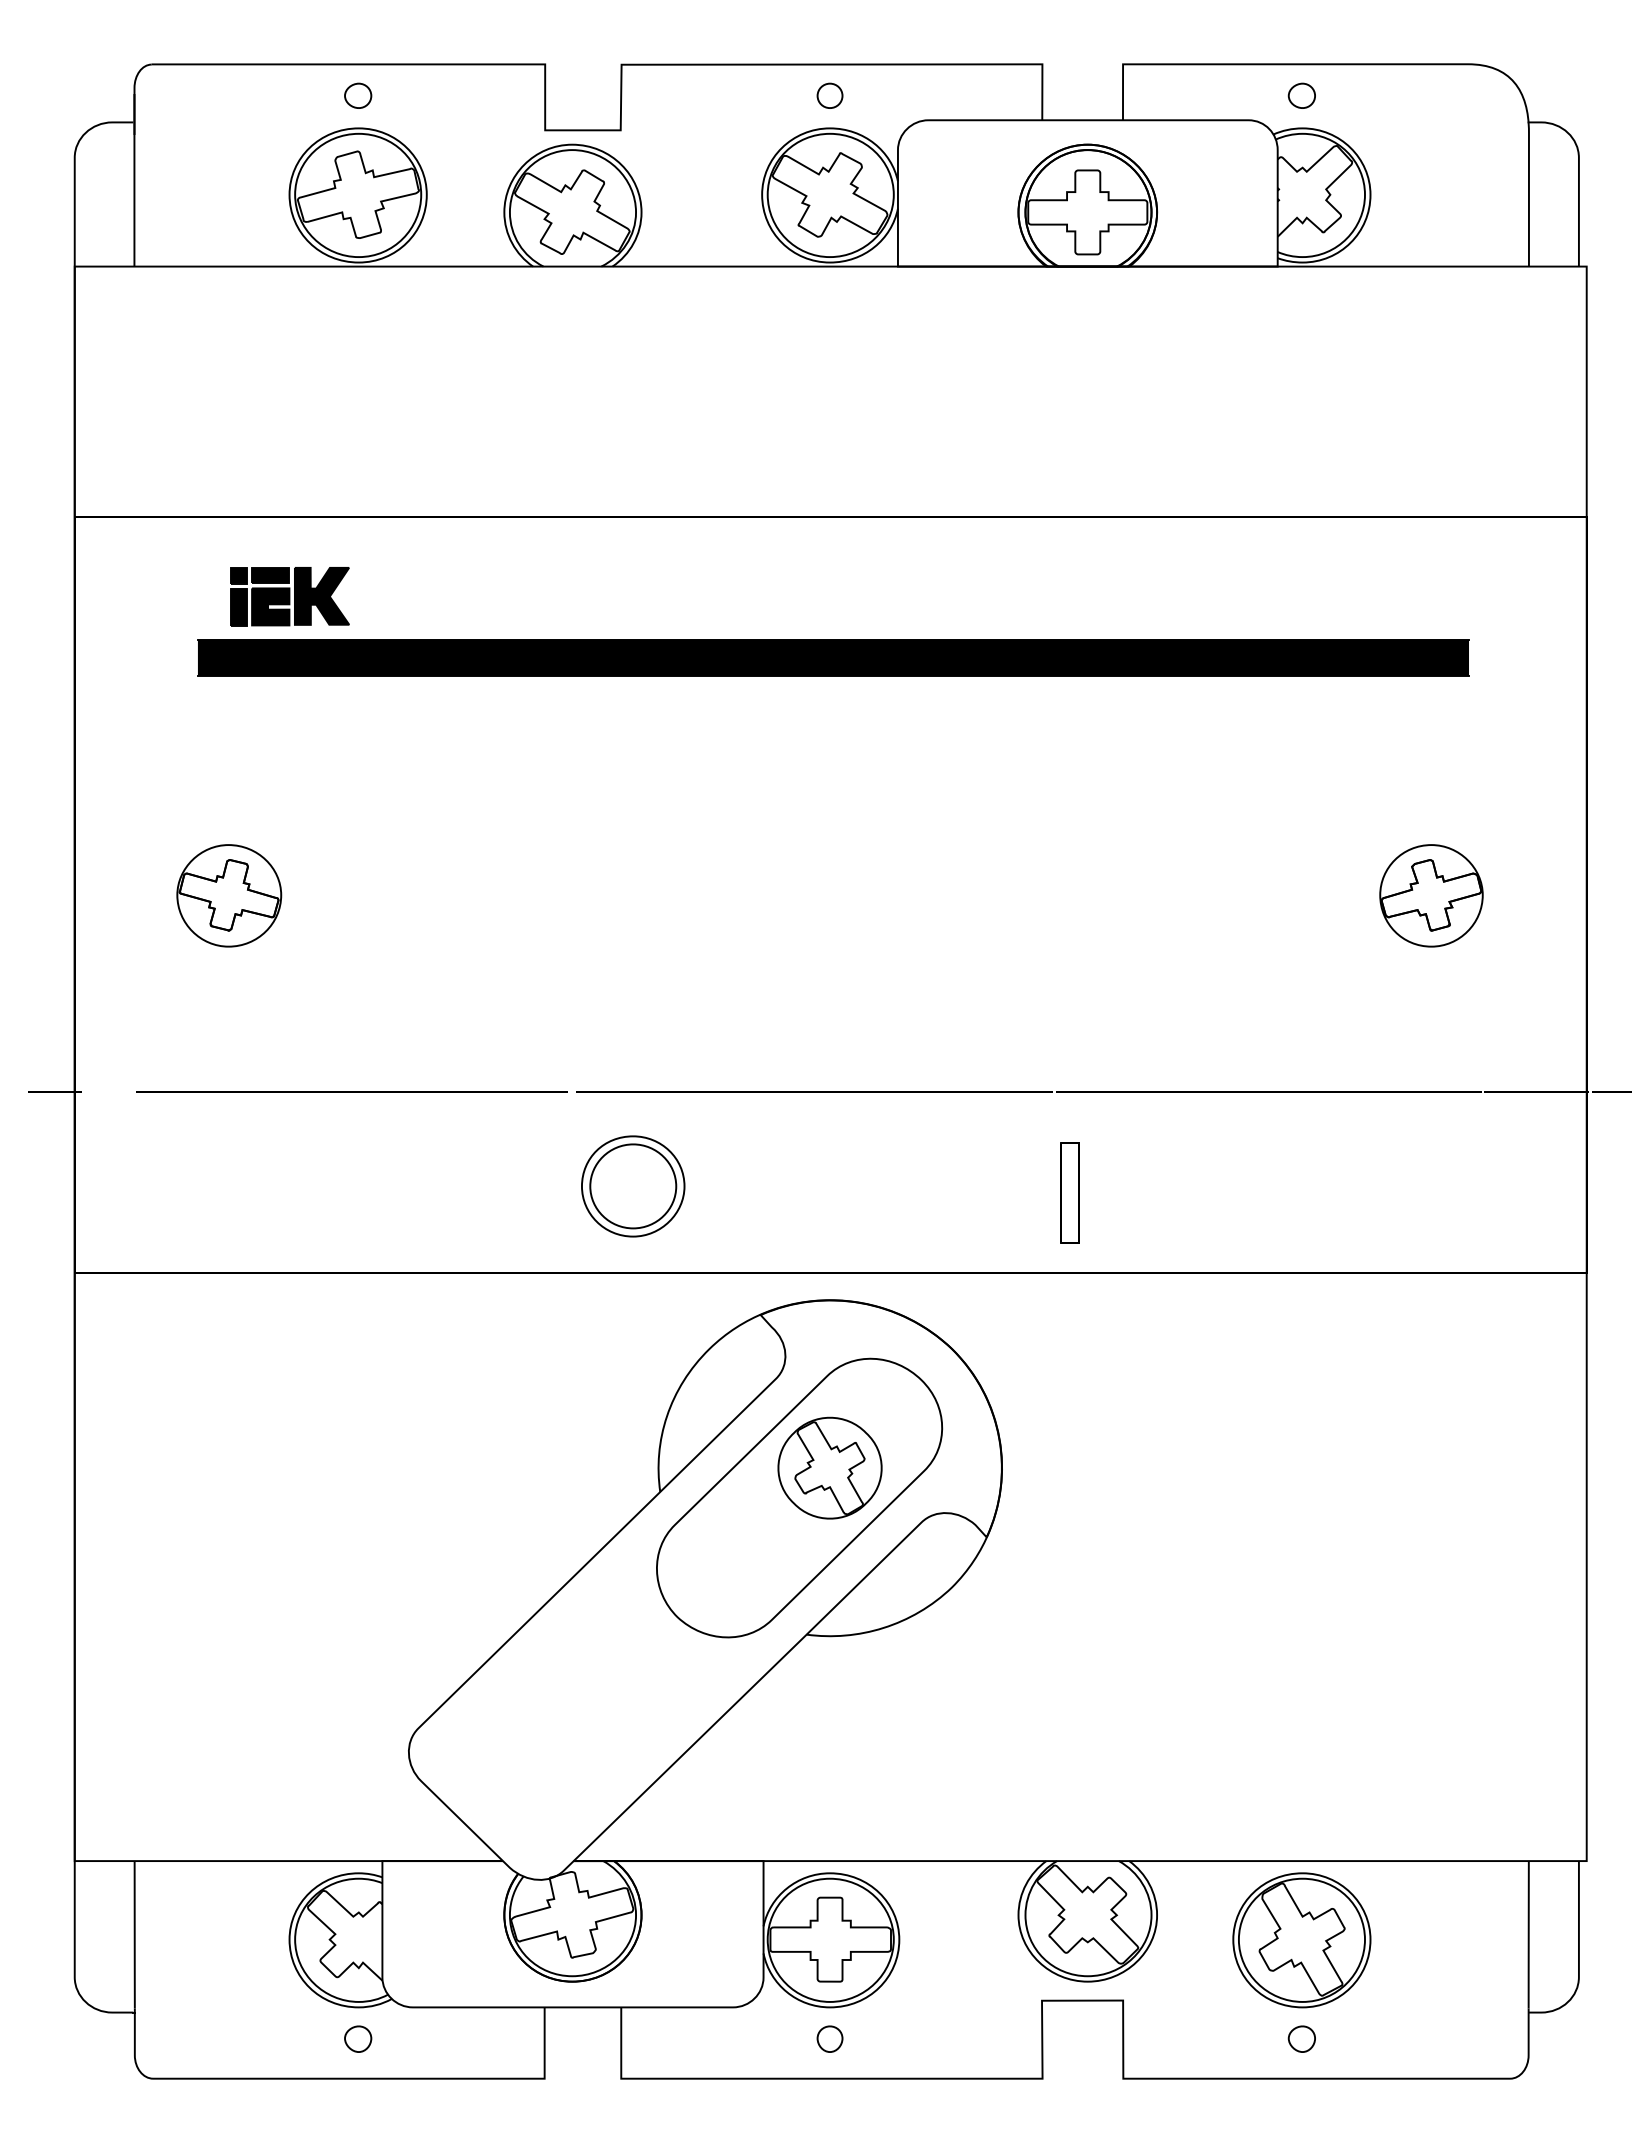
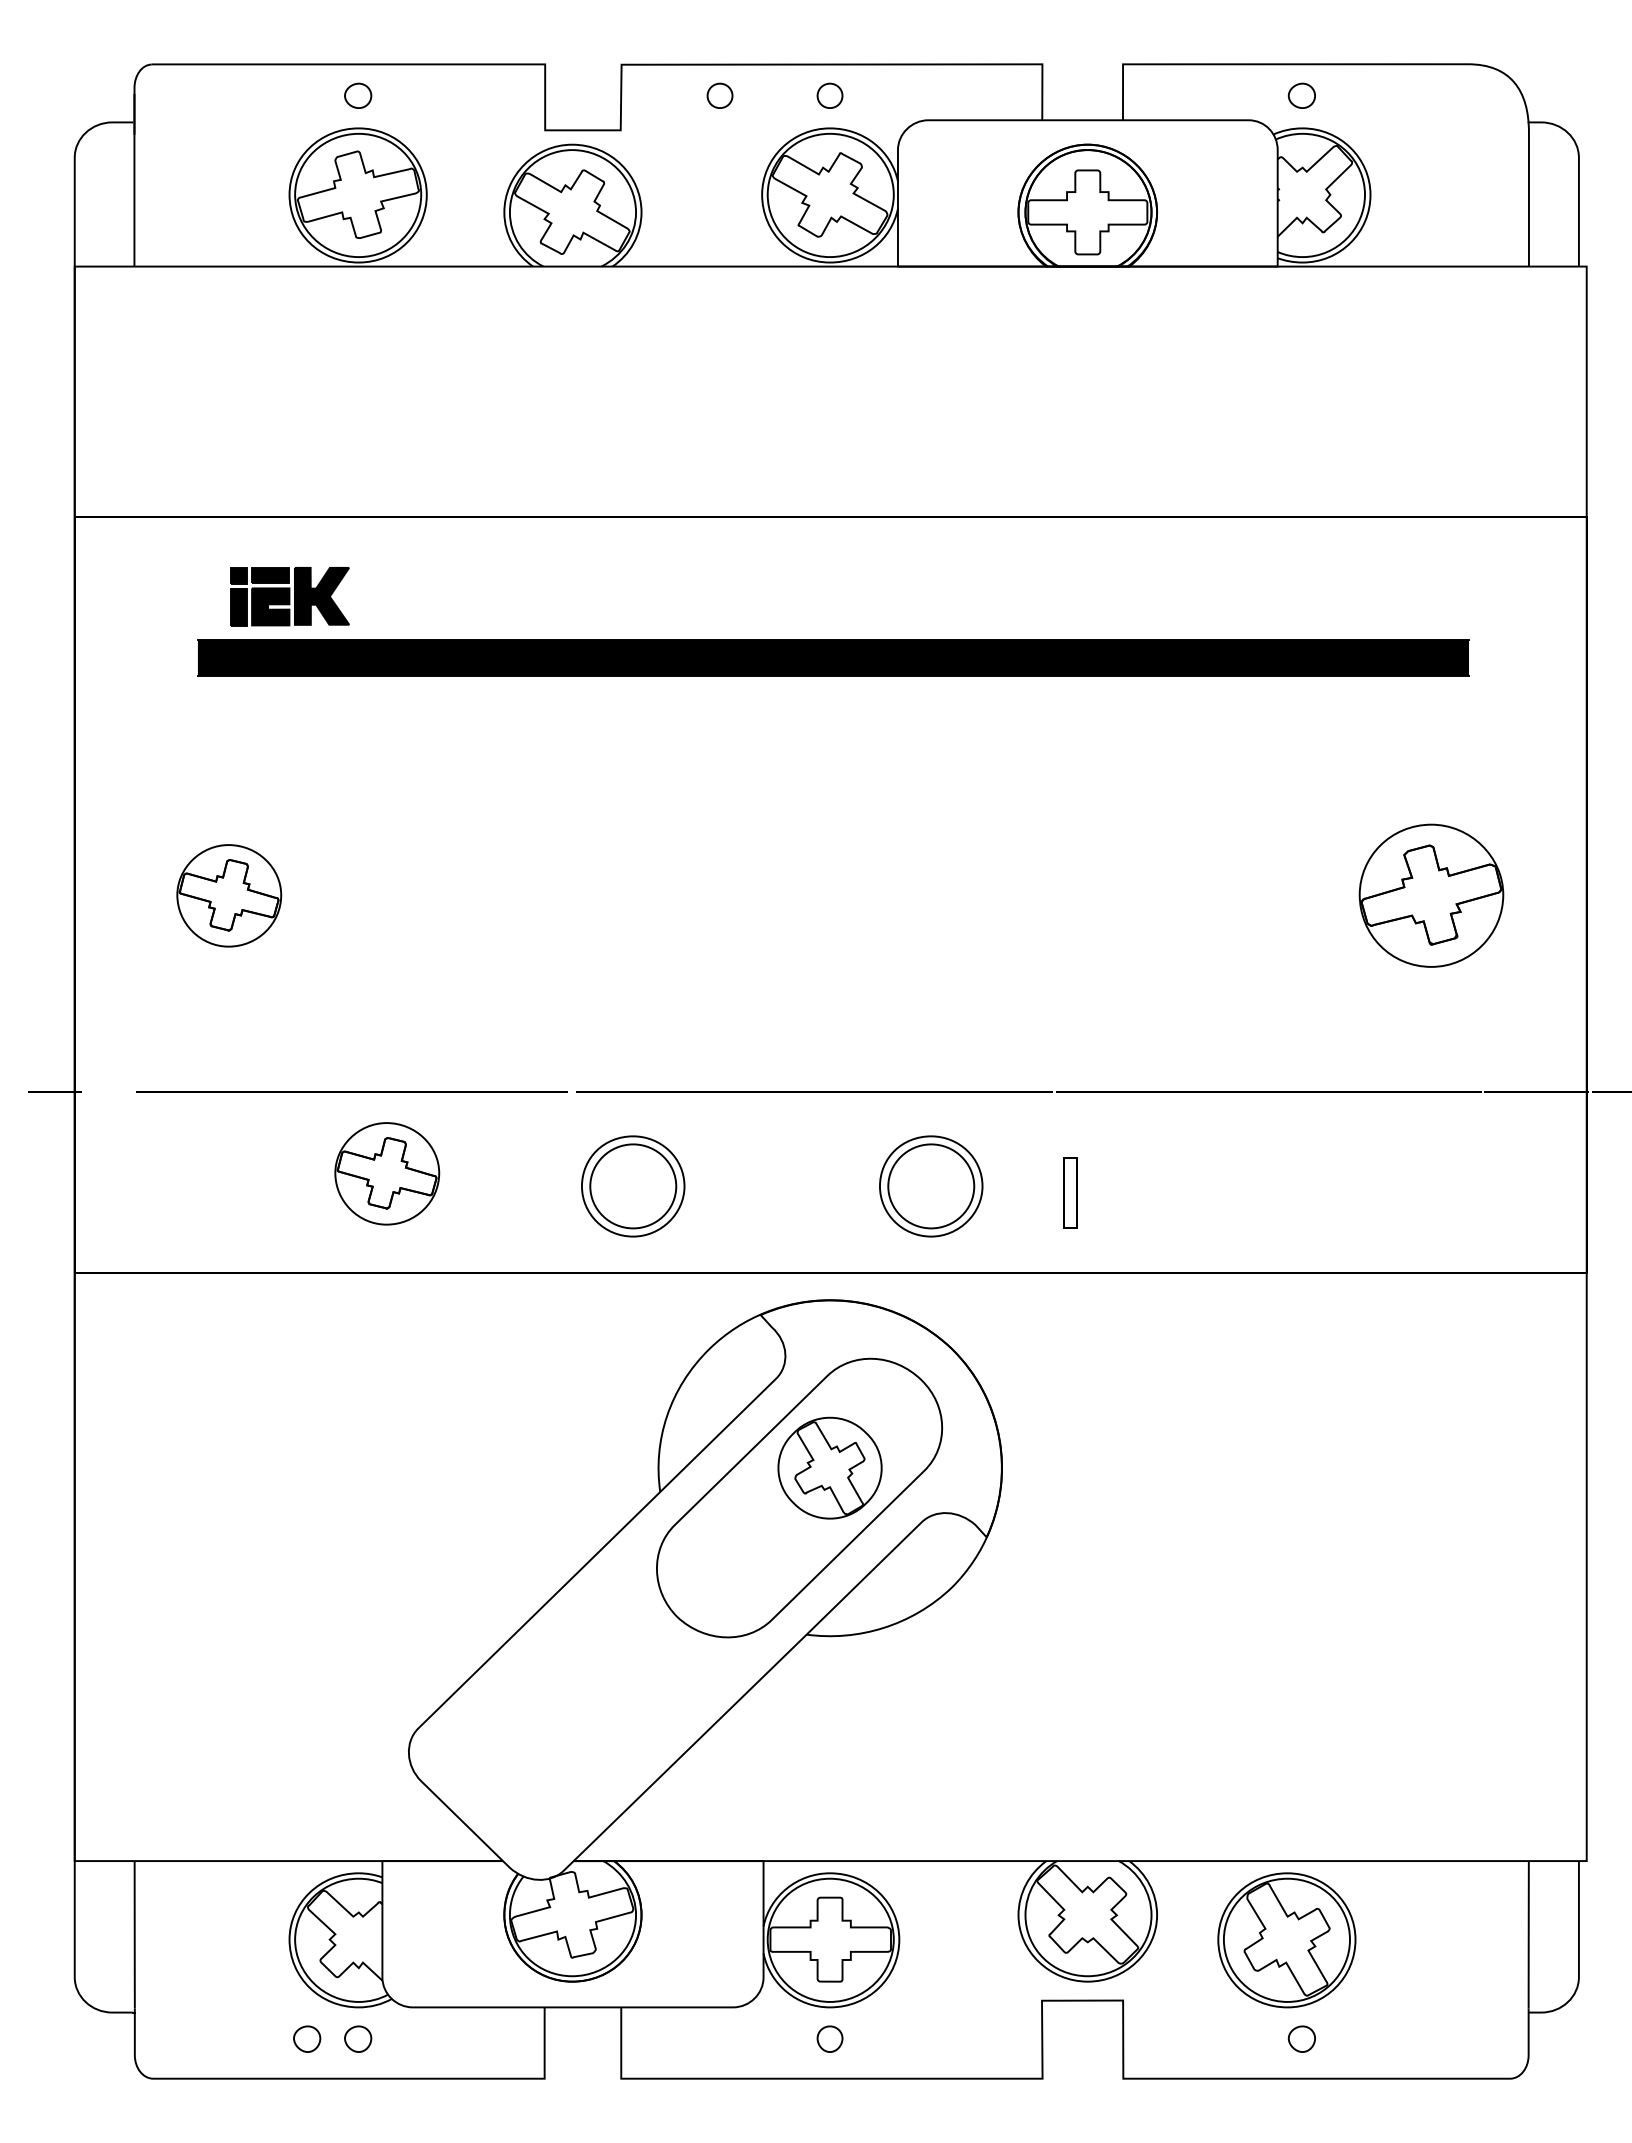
part at (719, 95): none -> present
part at (1431, 895) size: 105x104 px -> 147x145 px
part at (387, 1173): none -> present
part at (931, 1186): none -> present
part at (1069, 1192) size: 20x102 px -> 15x72 px
part at (1301, 1940) position: (1301, 1940) -> (1286, 1940)
part at (307, 2038): none -> present
